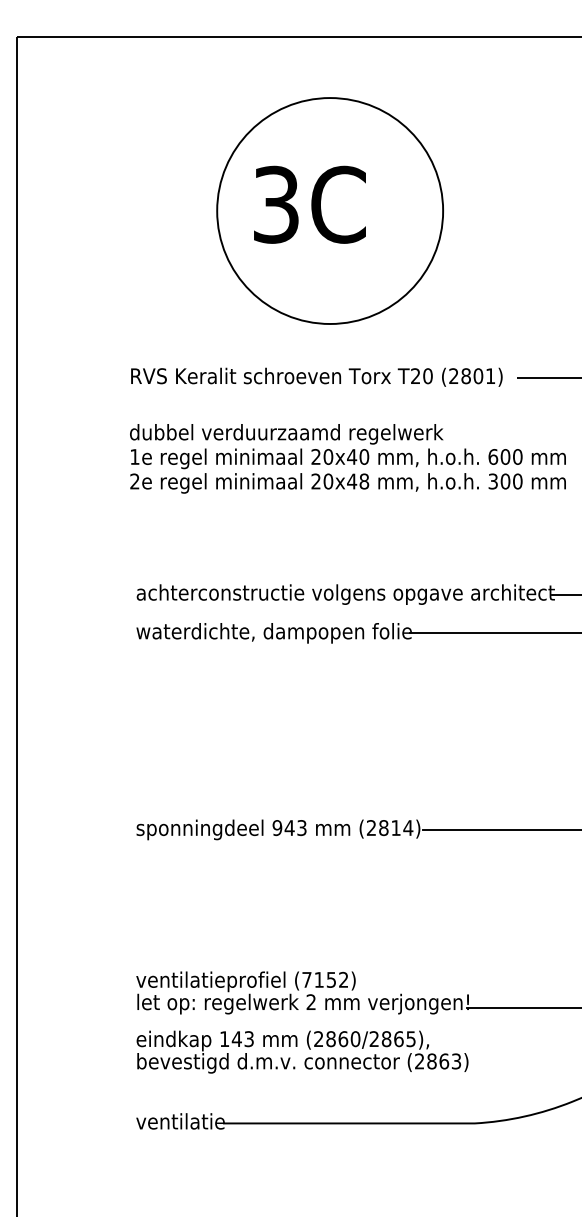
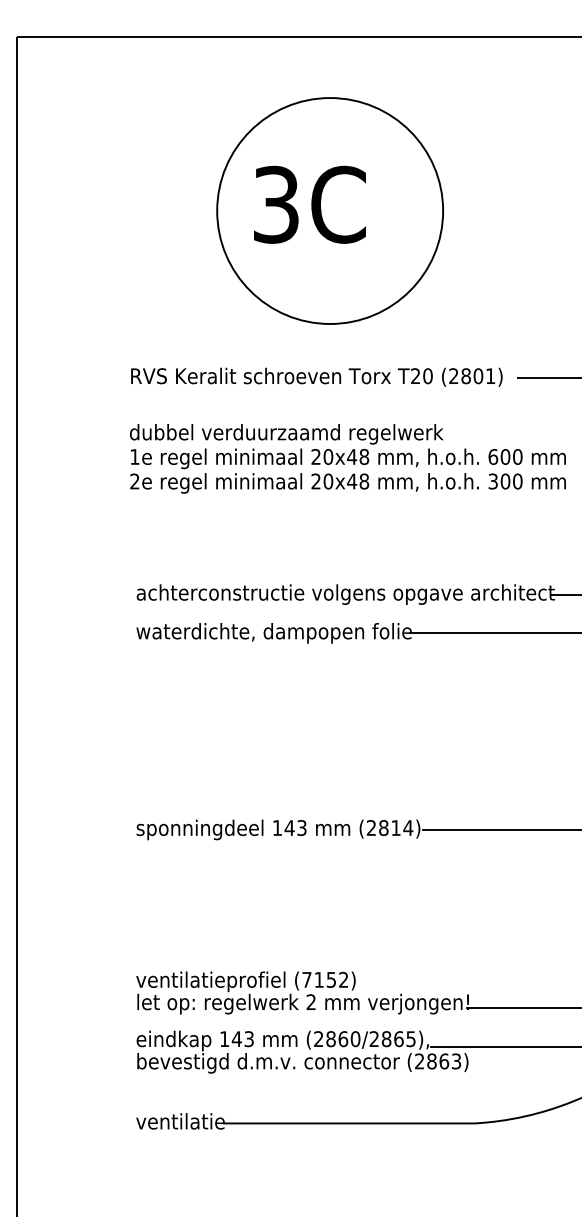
text at (364, 456): 20x40 -> 20x48
text at (277, 828): 943 -> 143
line at (504, 1047): none -> present
